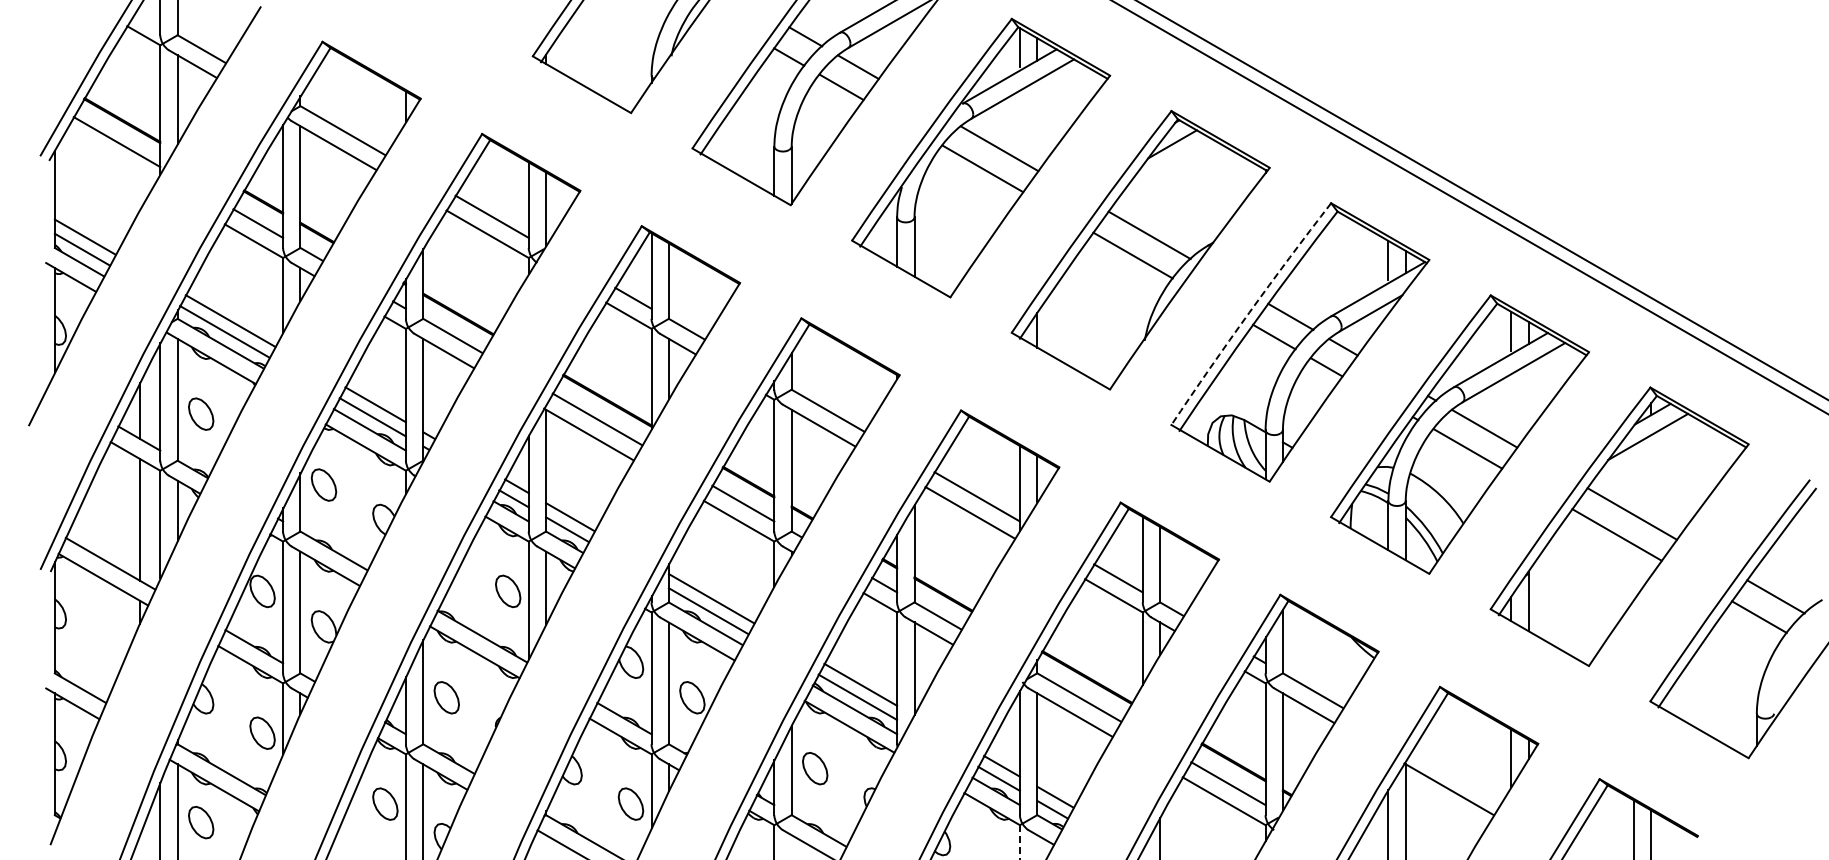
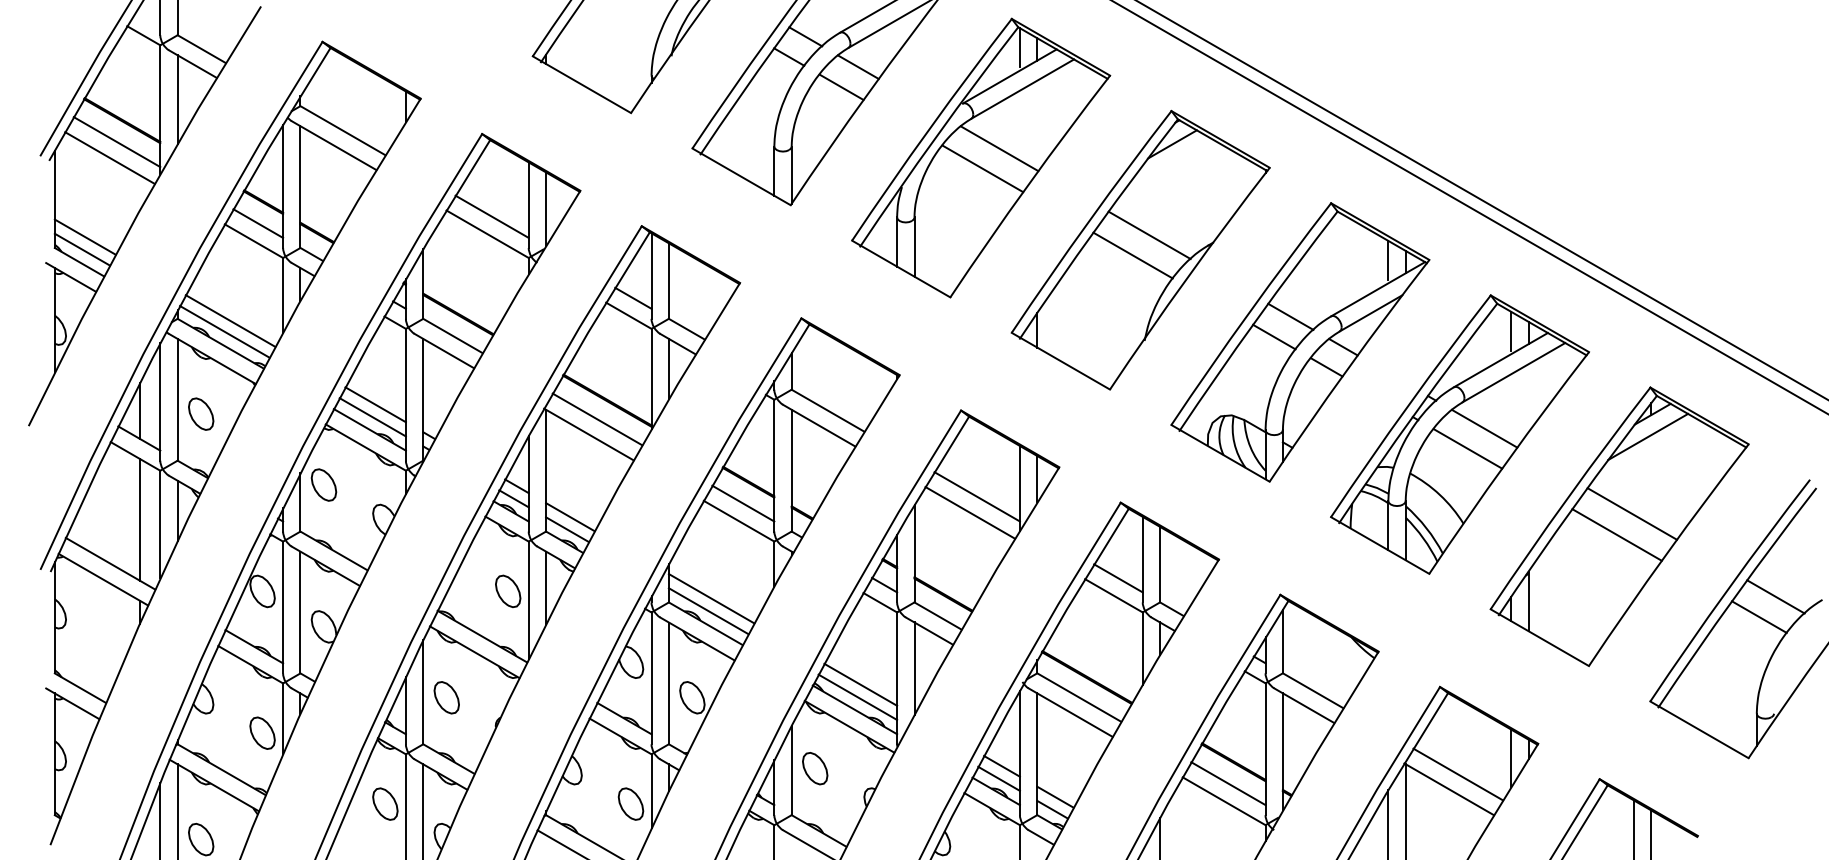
line at (109, 157): none -> present
arc at (1249, 312): dashed -> solid
line at (1458, 774): none -> present
part at (201, 822) position: (201, 822) -> (201, 839)
line at (1019, 842): dashed -> solid
